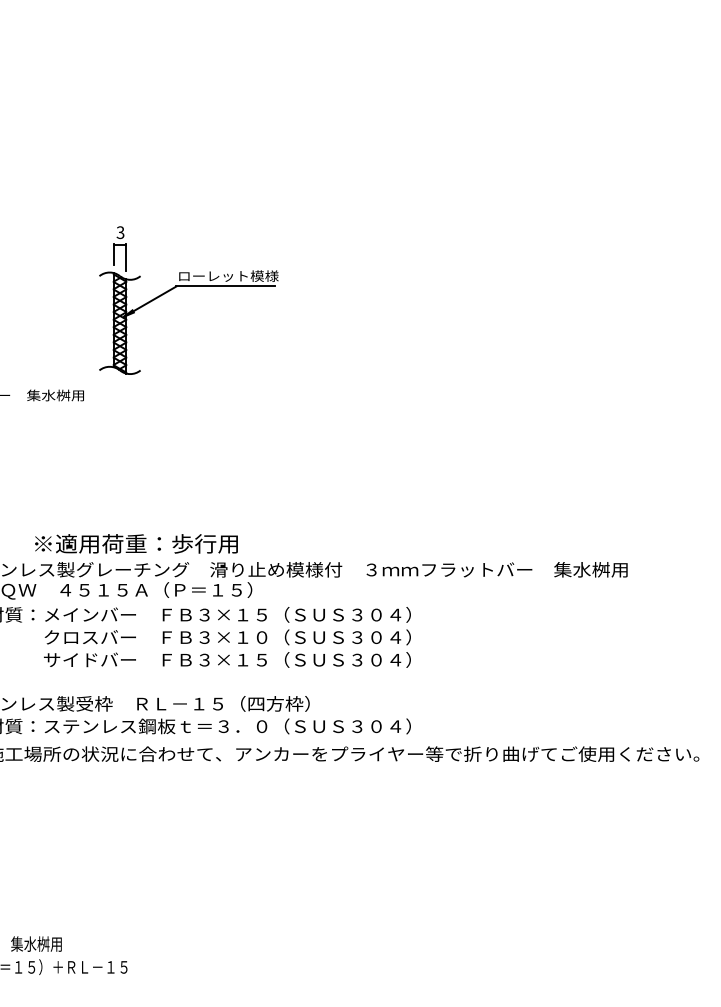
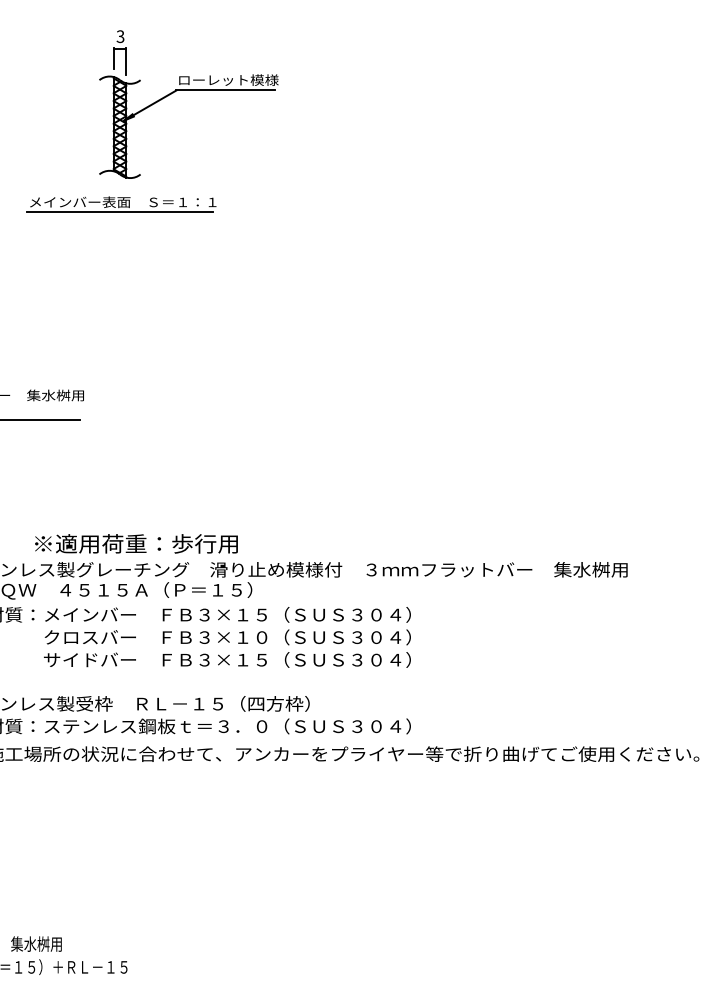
part at (121, 204): none -> present
part at (188, 286) position: (188, 286) -> (188, 90)
line at (41, 419): none -> present
